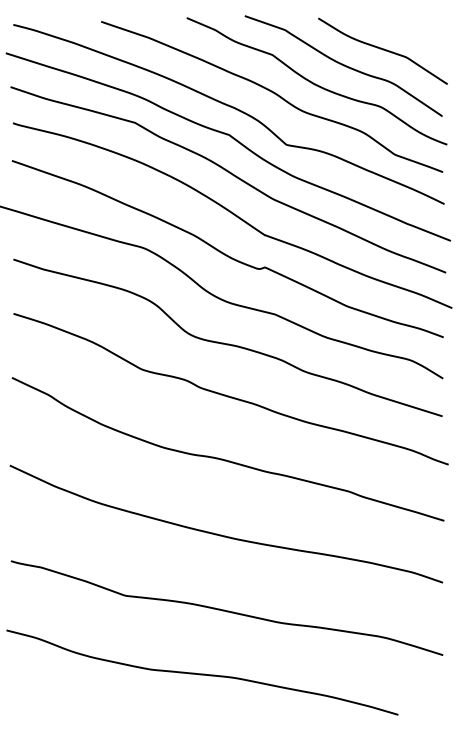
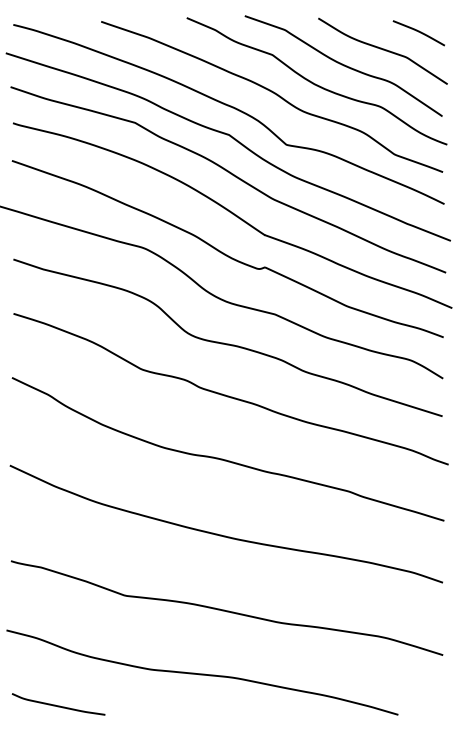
curve at (418, 32): none -> present
curve at (58, 705): none -> present
